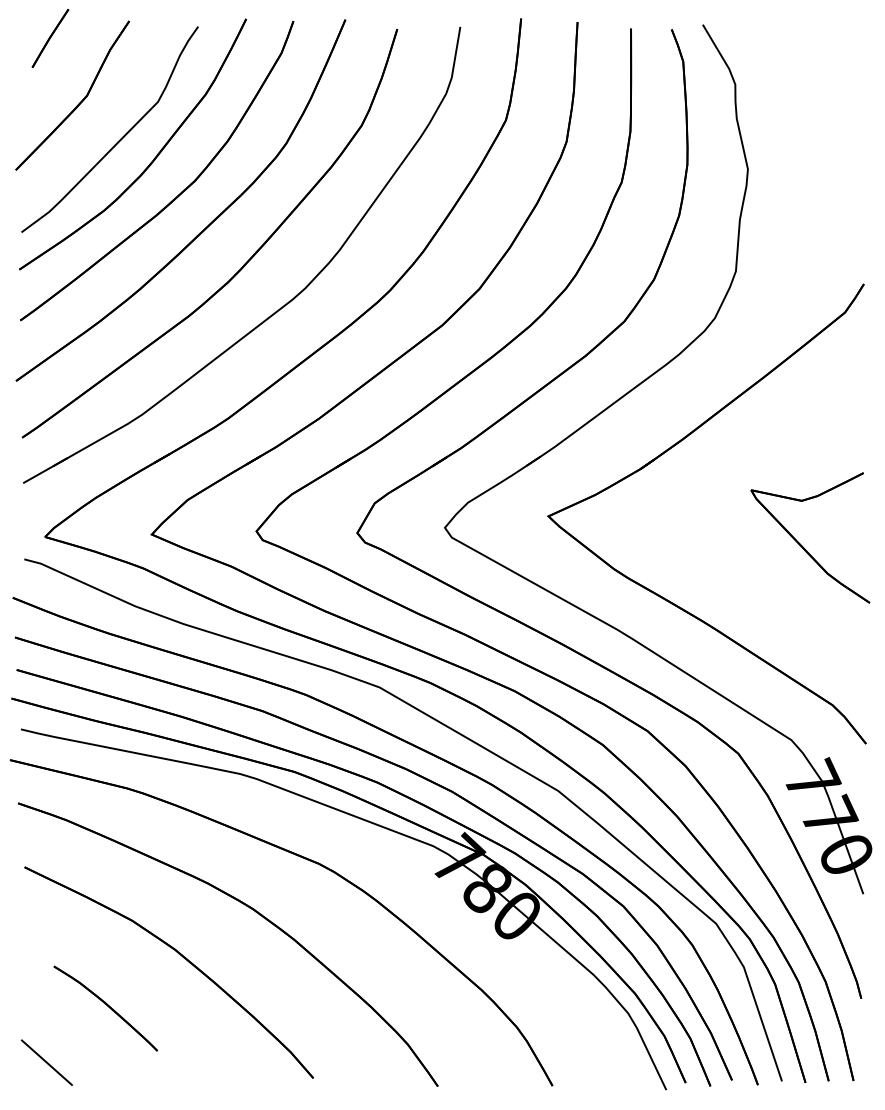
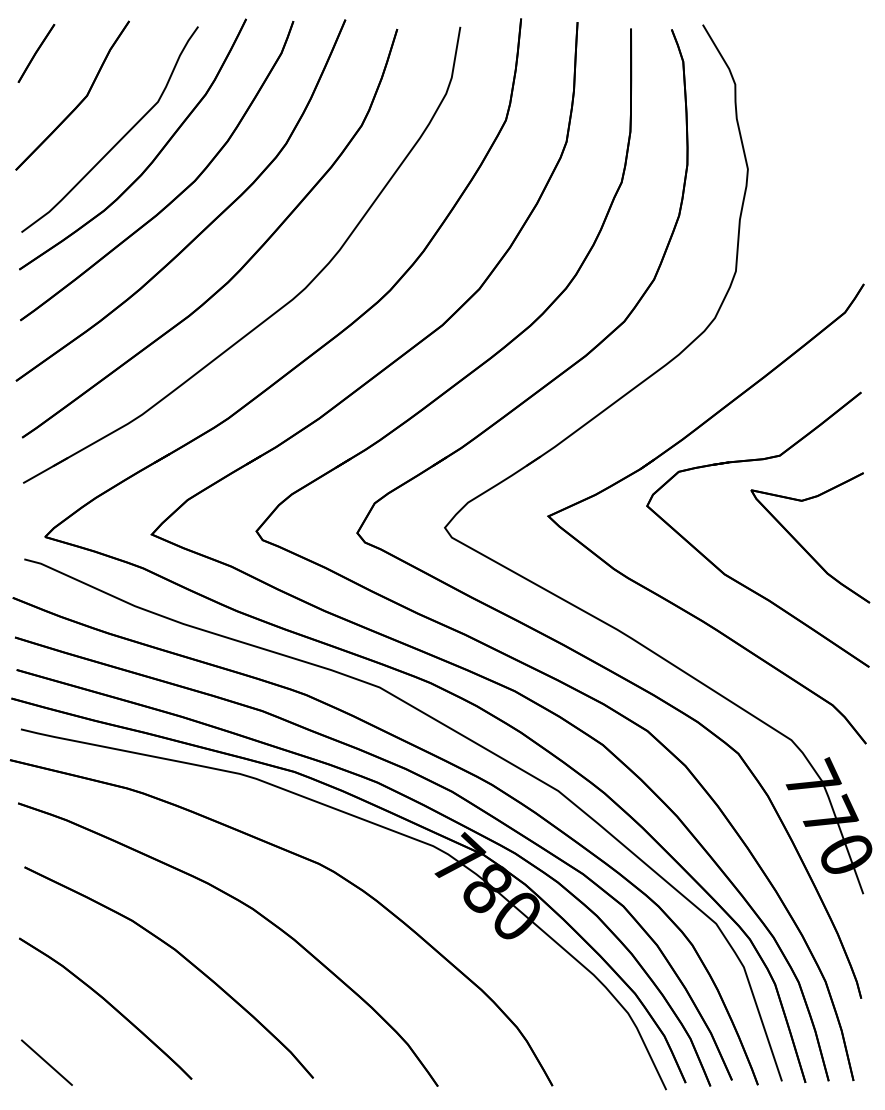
line at (50, 38) position: (50, 38) -> (36, 53)
part at (723, 571): none -> present
part at (105, 1008) size: 106x87 px -> 174x143 px
